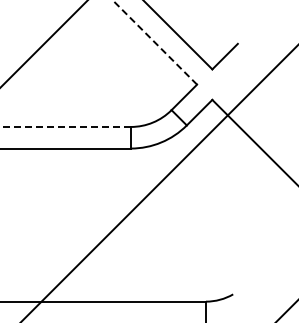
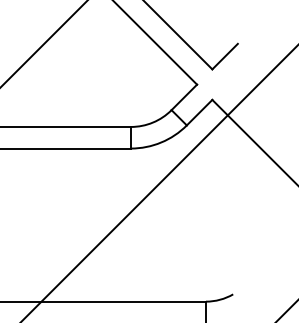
line at (154, 42): dashed -> solid
line at (65, 126): dashed -> solid
